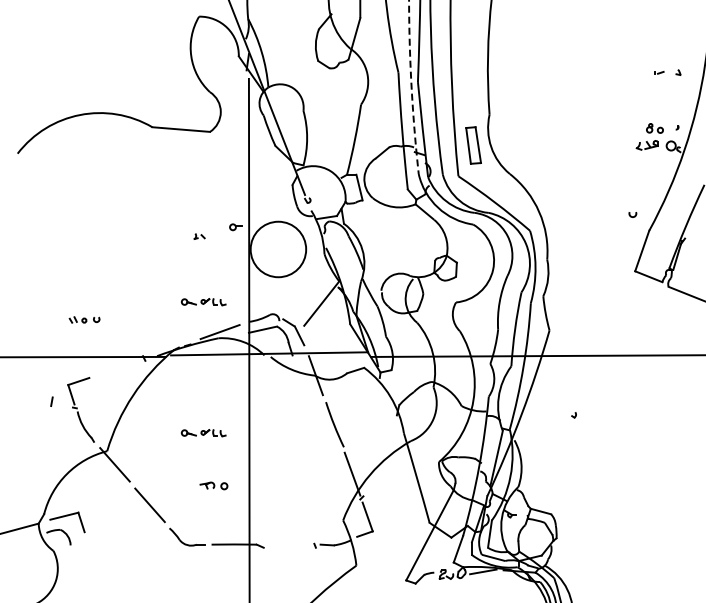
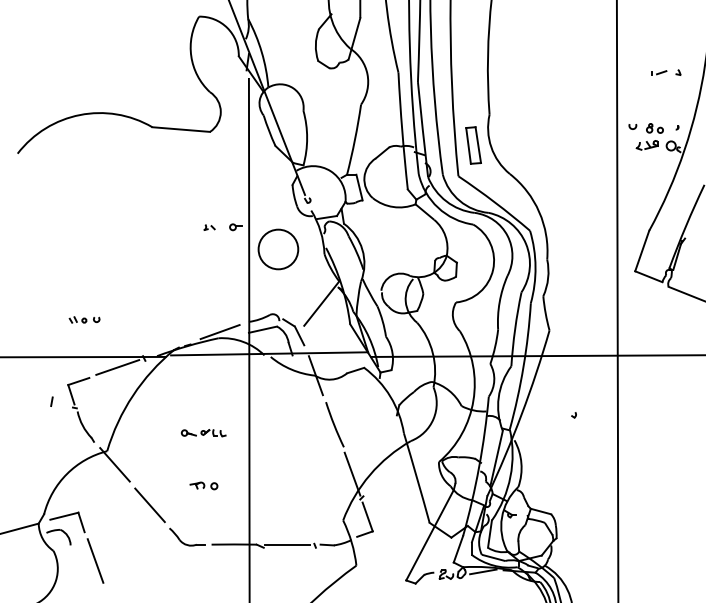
part at (659, 72) size: 11x4 px -> 17x6 px
arc at (411, 86): dashed -> solid
arc at (631, 215) position: (631, 215) -> (631, 127)
part at (199, 236) position: (199, 236) -> (209, 227)
circle at (278, 249) diameter: 55 px -> 40 px
line at (617, 300): none -> present
part at (203, 302): present -> none
line at (117, 367): none -> present
part at (213, 485) position: (213, 485) -> (203, 485)
line at (287, 544): none -> present
line at (95, 560): none -> present
